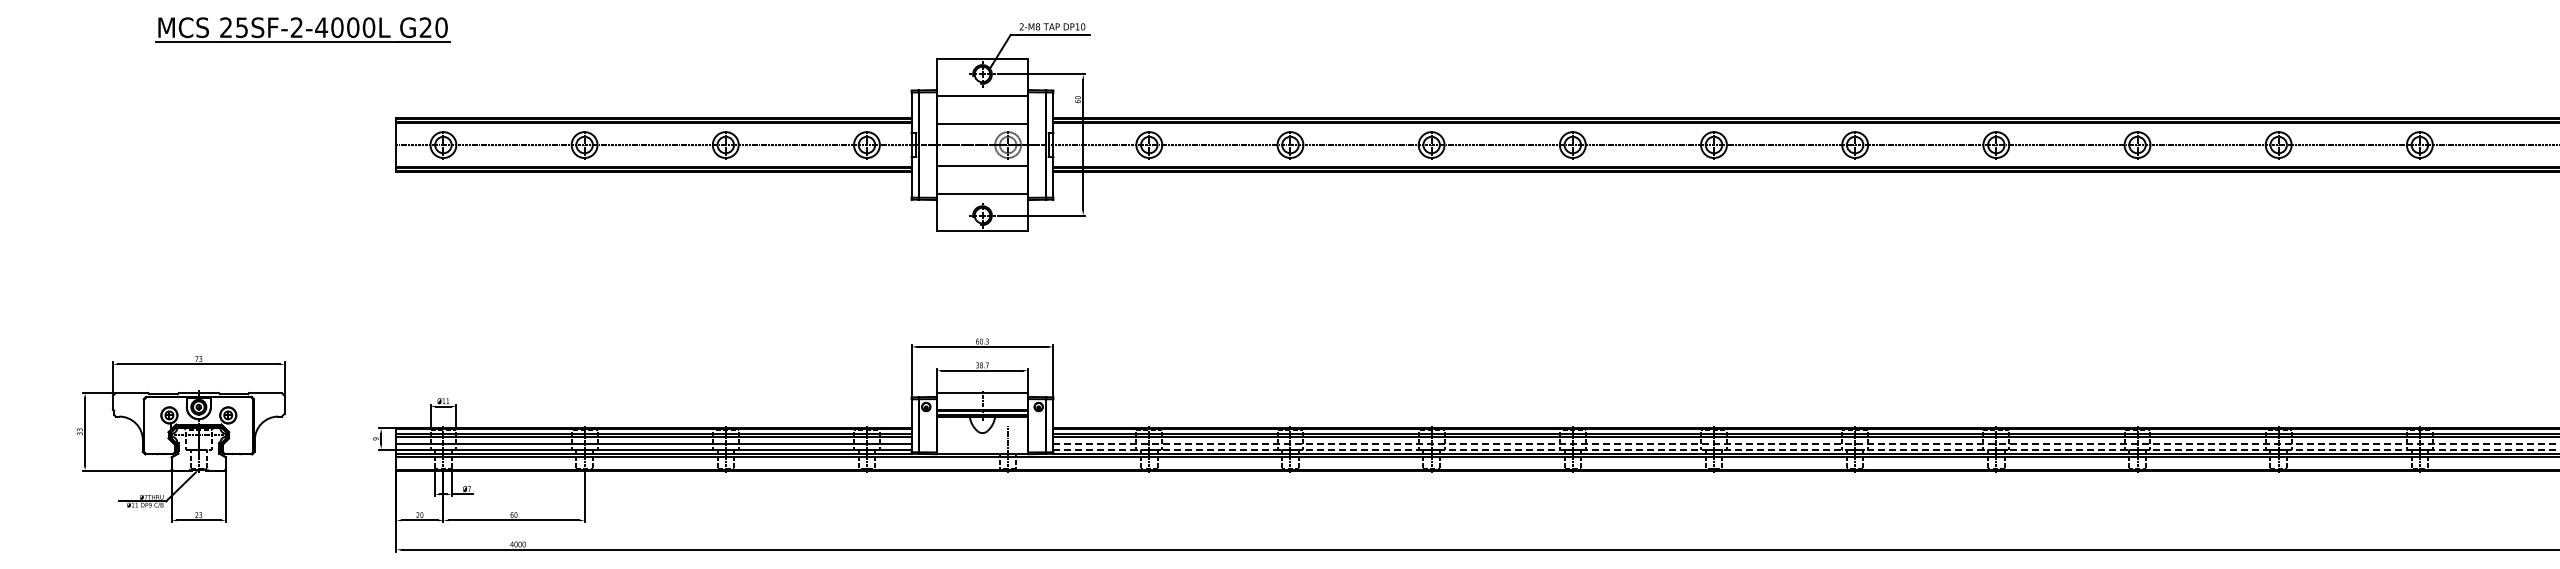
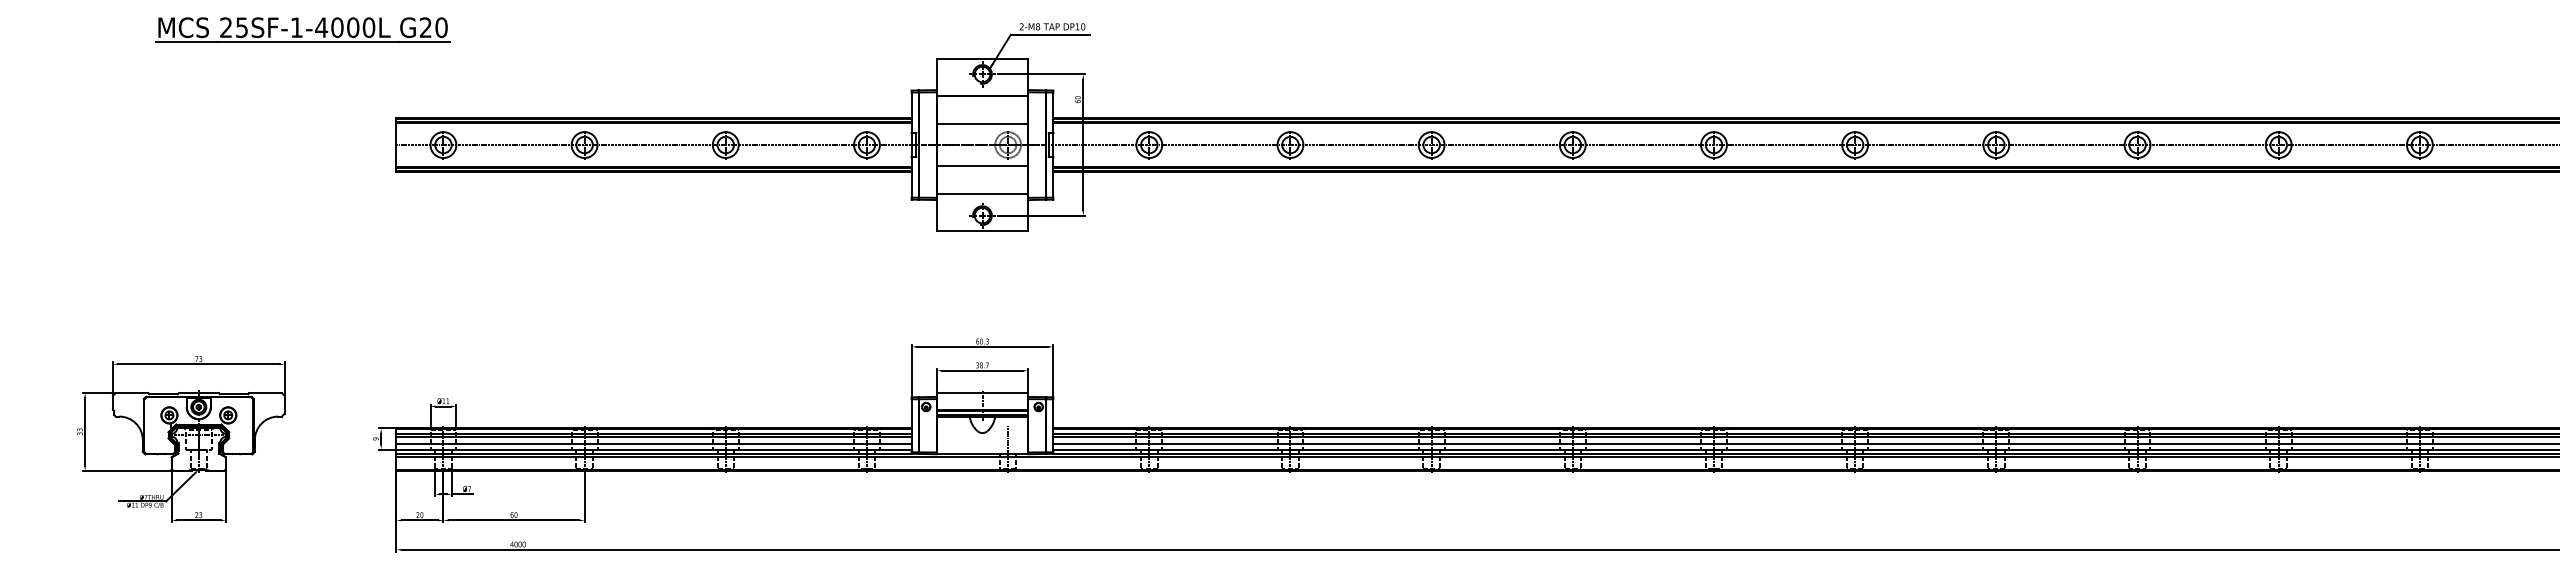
text at (296, 27): 25SF-2-4000L -> 25SF-1-4000L
line at (1806, 443): dashed -> solid
line at (1806, 449): dashed -> solid
